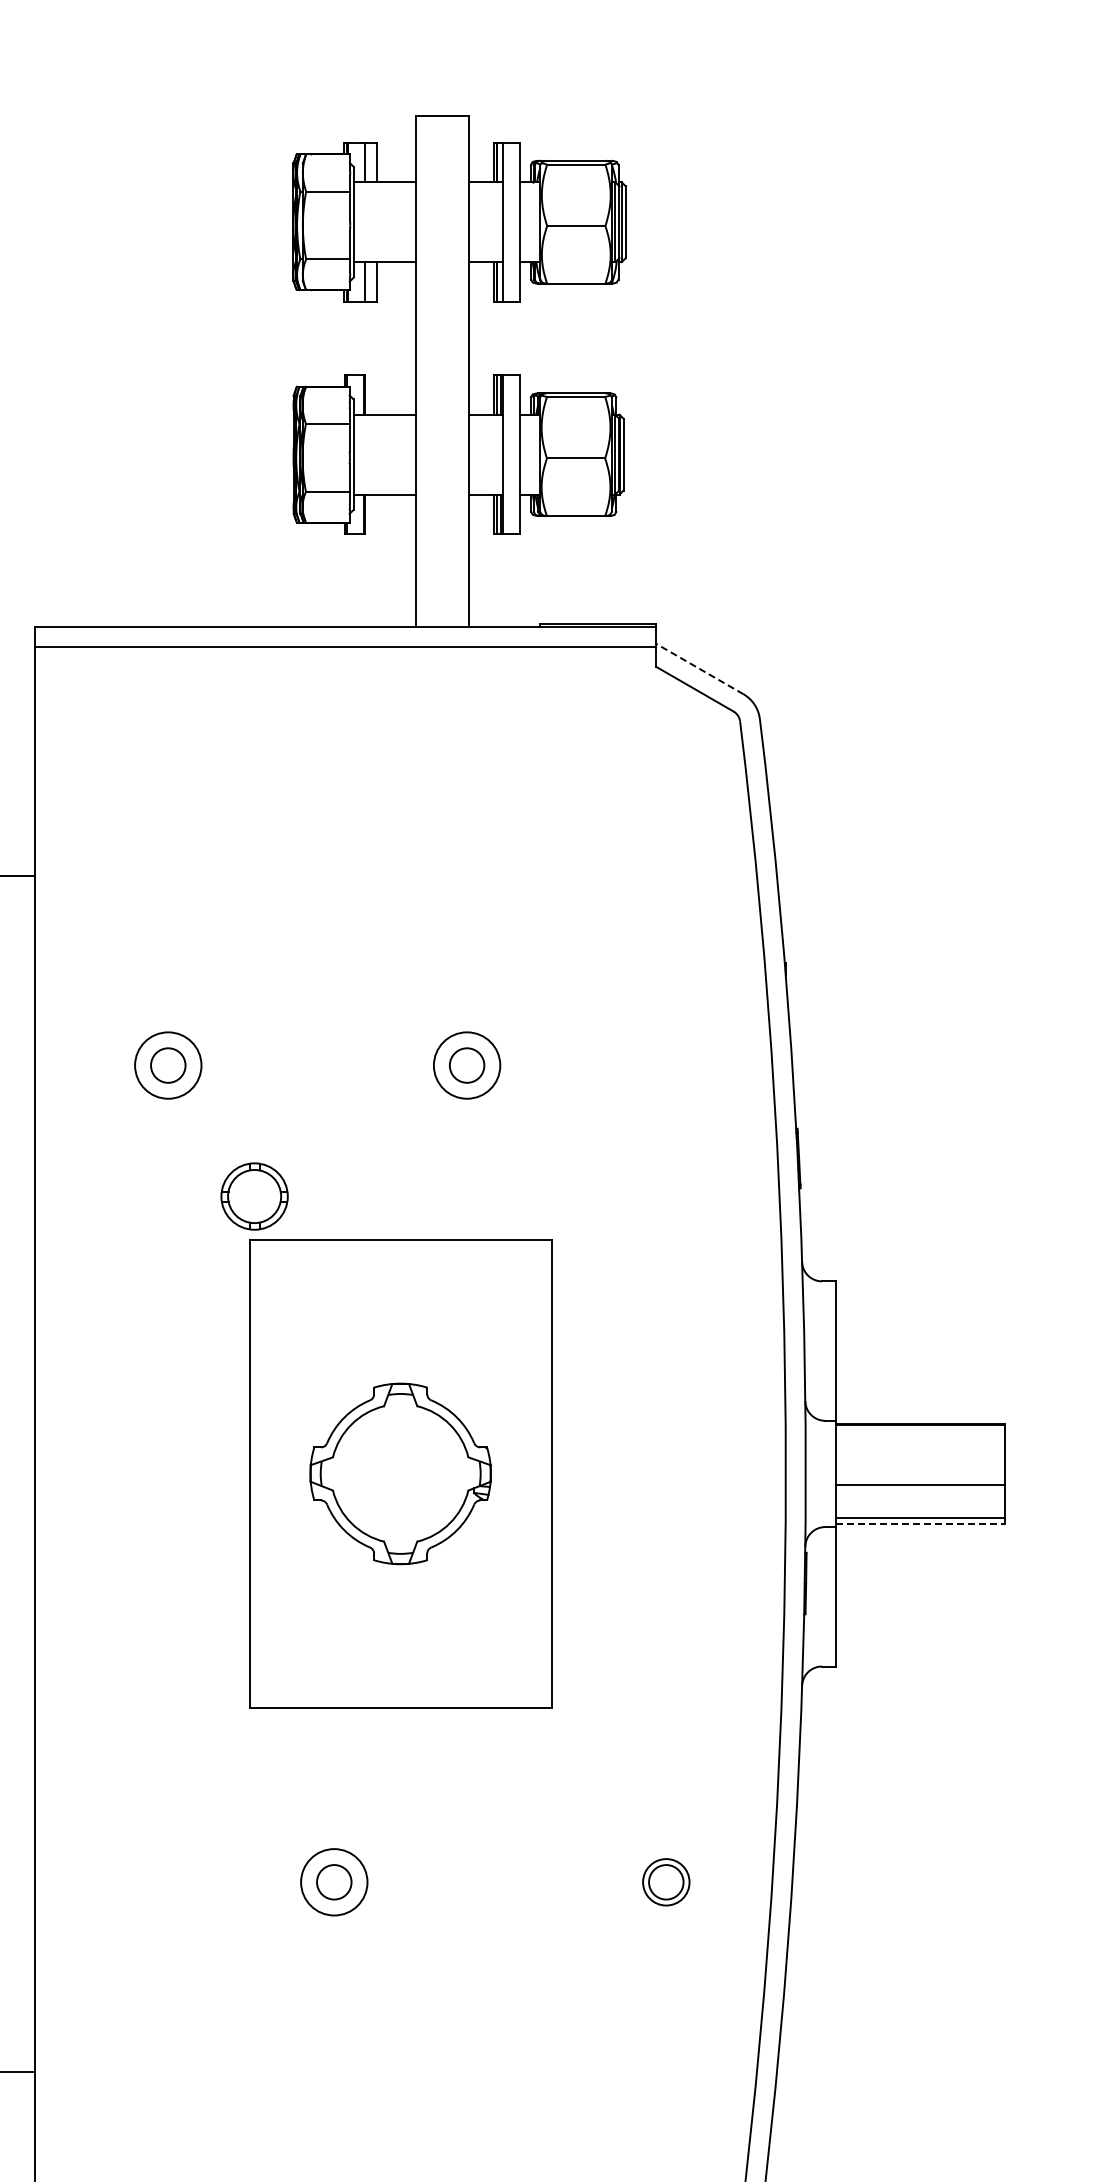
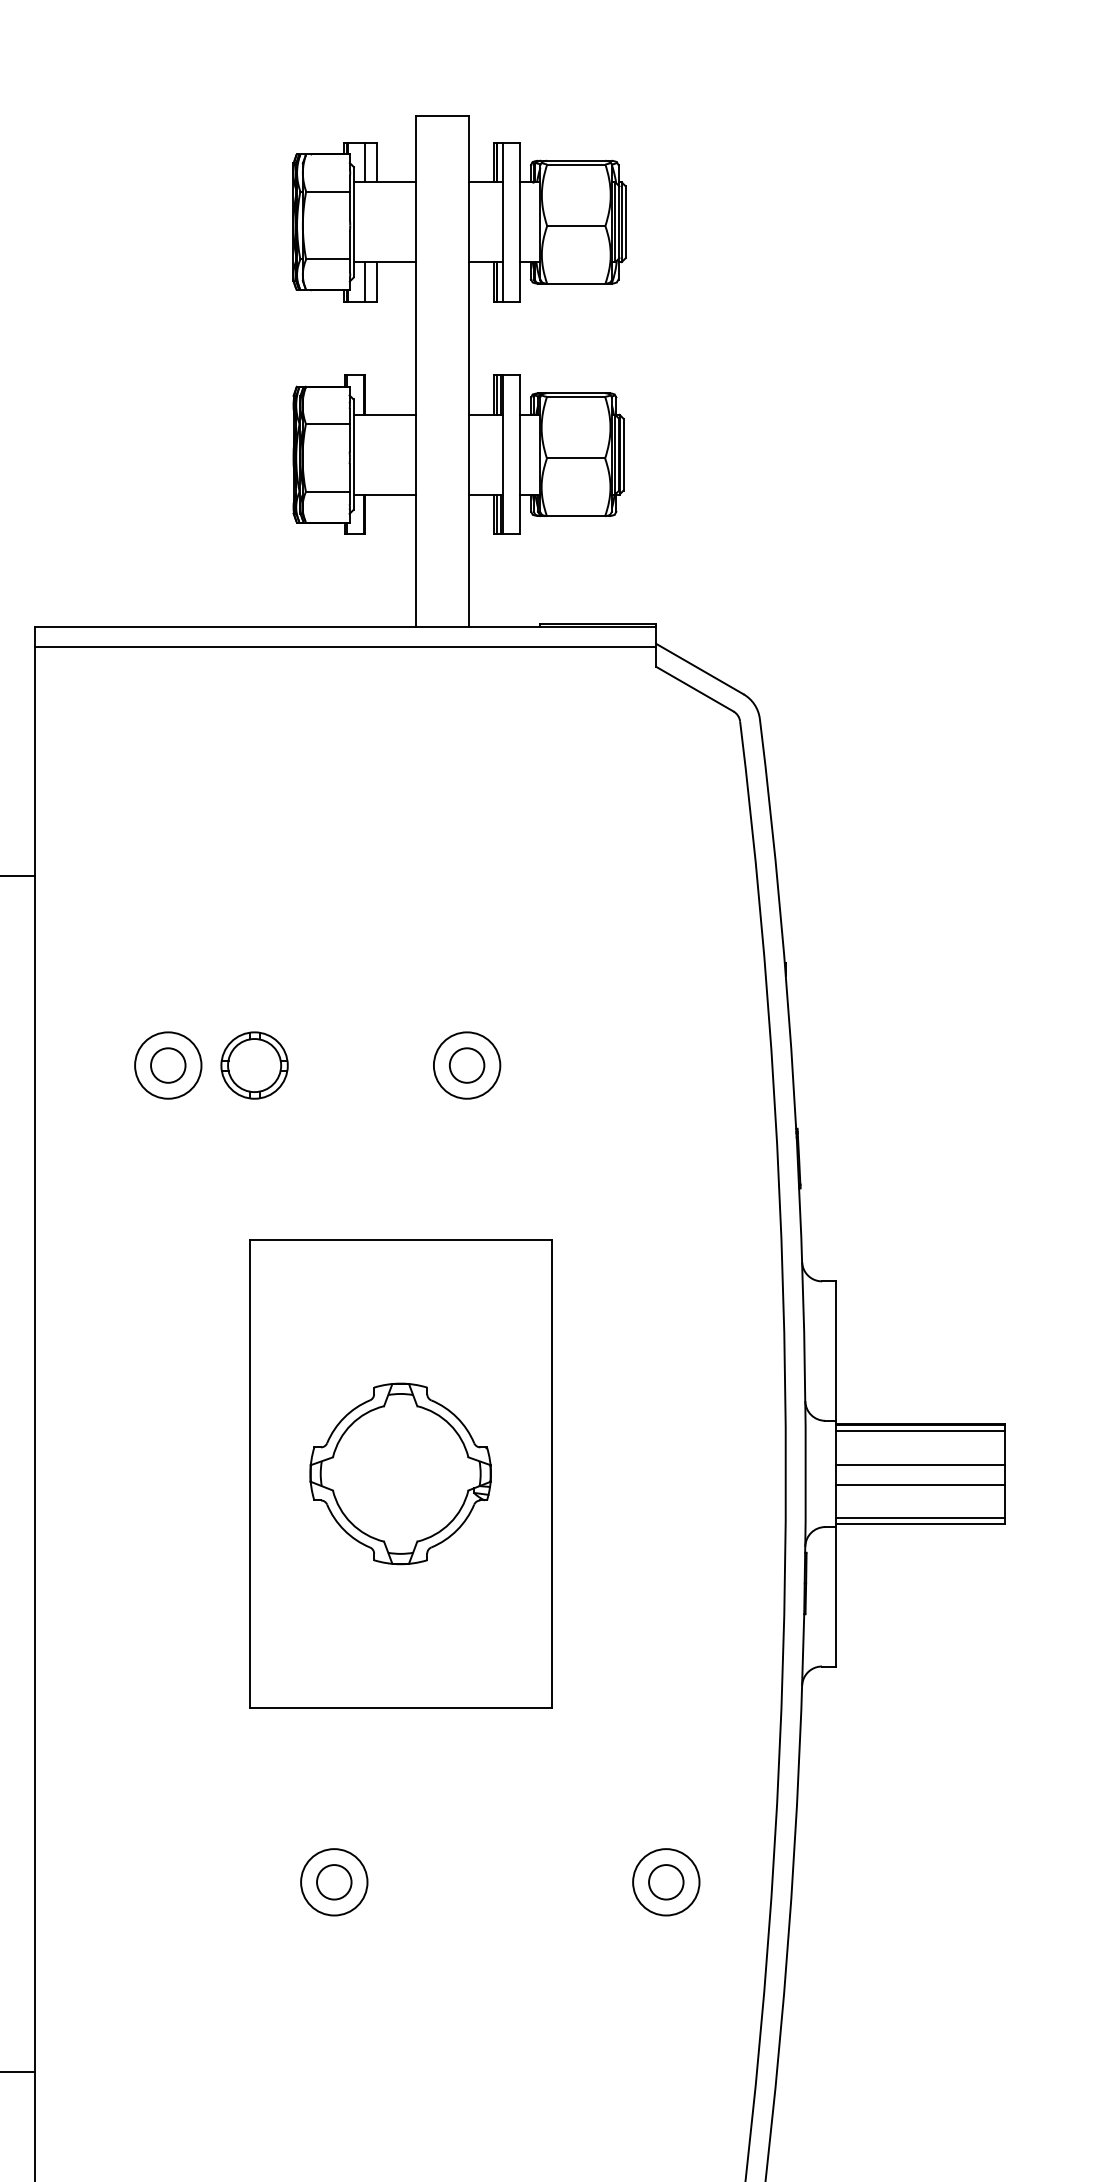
line at (699, 668): dashed -> solid
part at (254, 1196) position: (254, 1196) -> (254, 1065)
line at (919, 1431): none -> present
line at (919, 1464): none -> present
line at (920, 1524): dashed -> solid
circle at (666, 1882) diameter: 46 px -> 66 px
